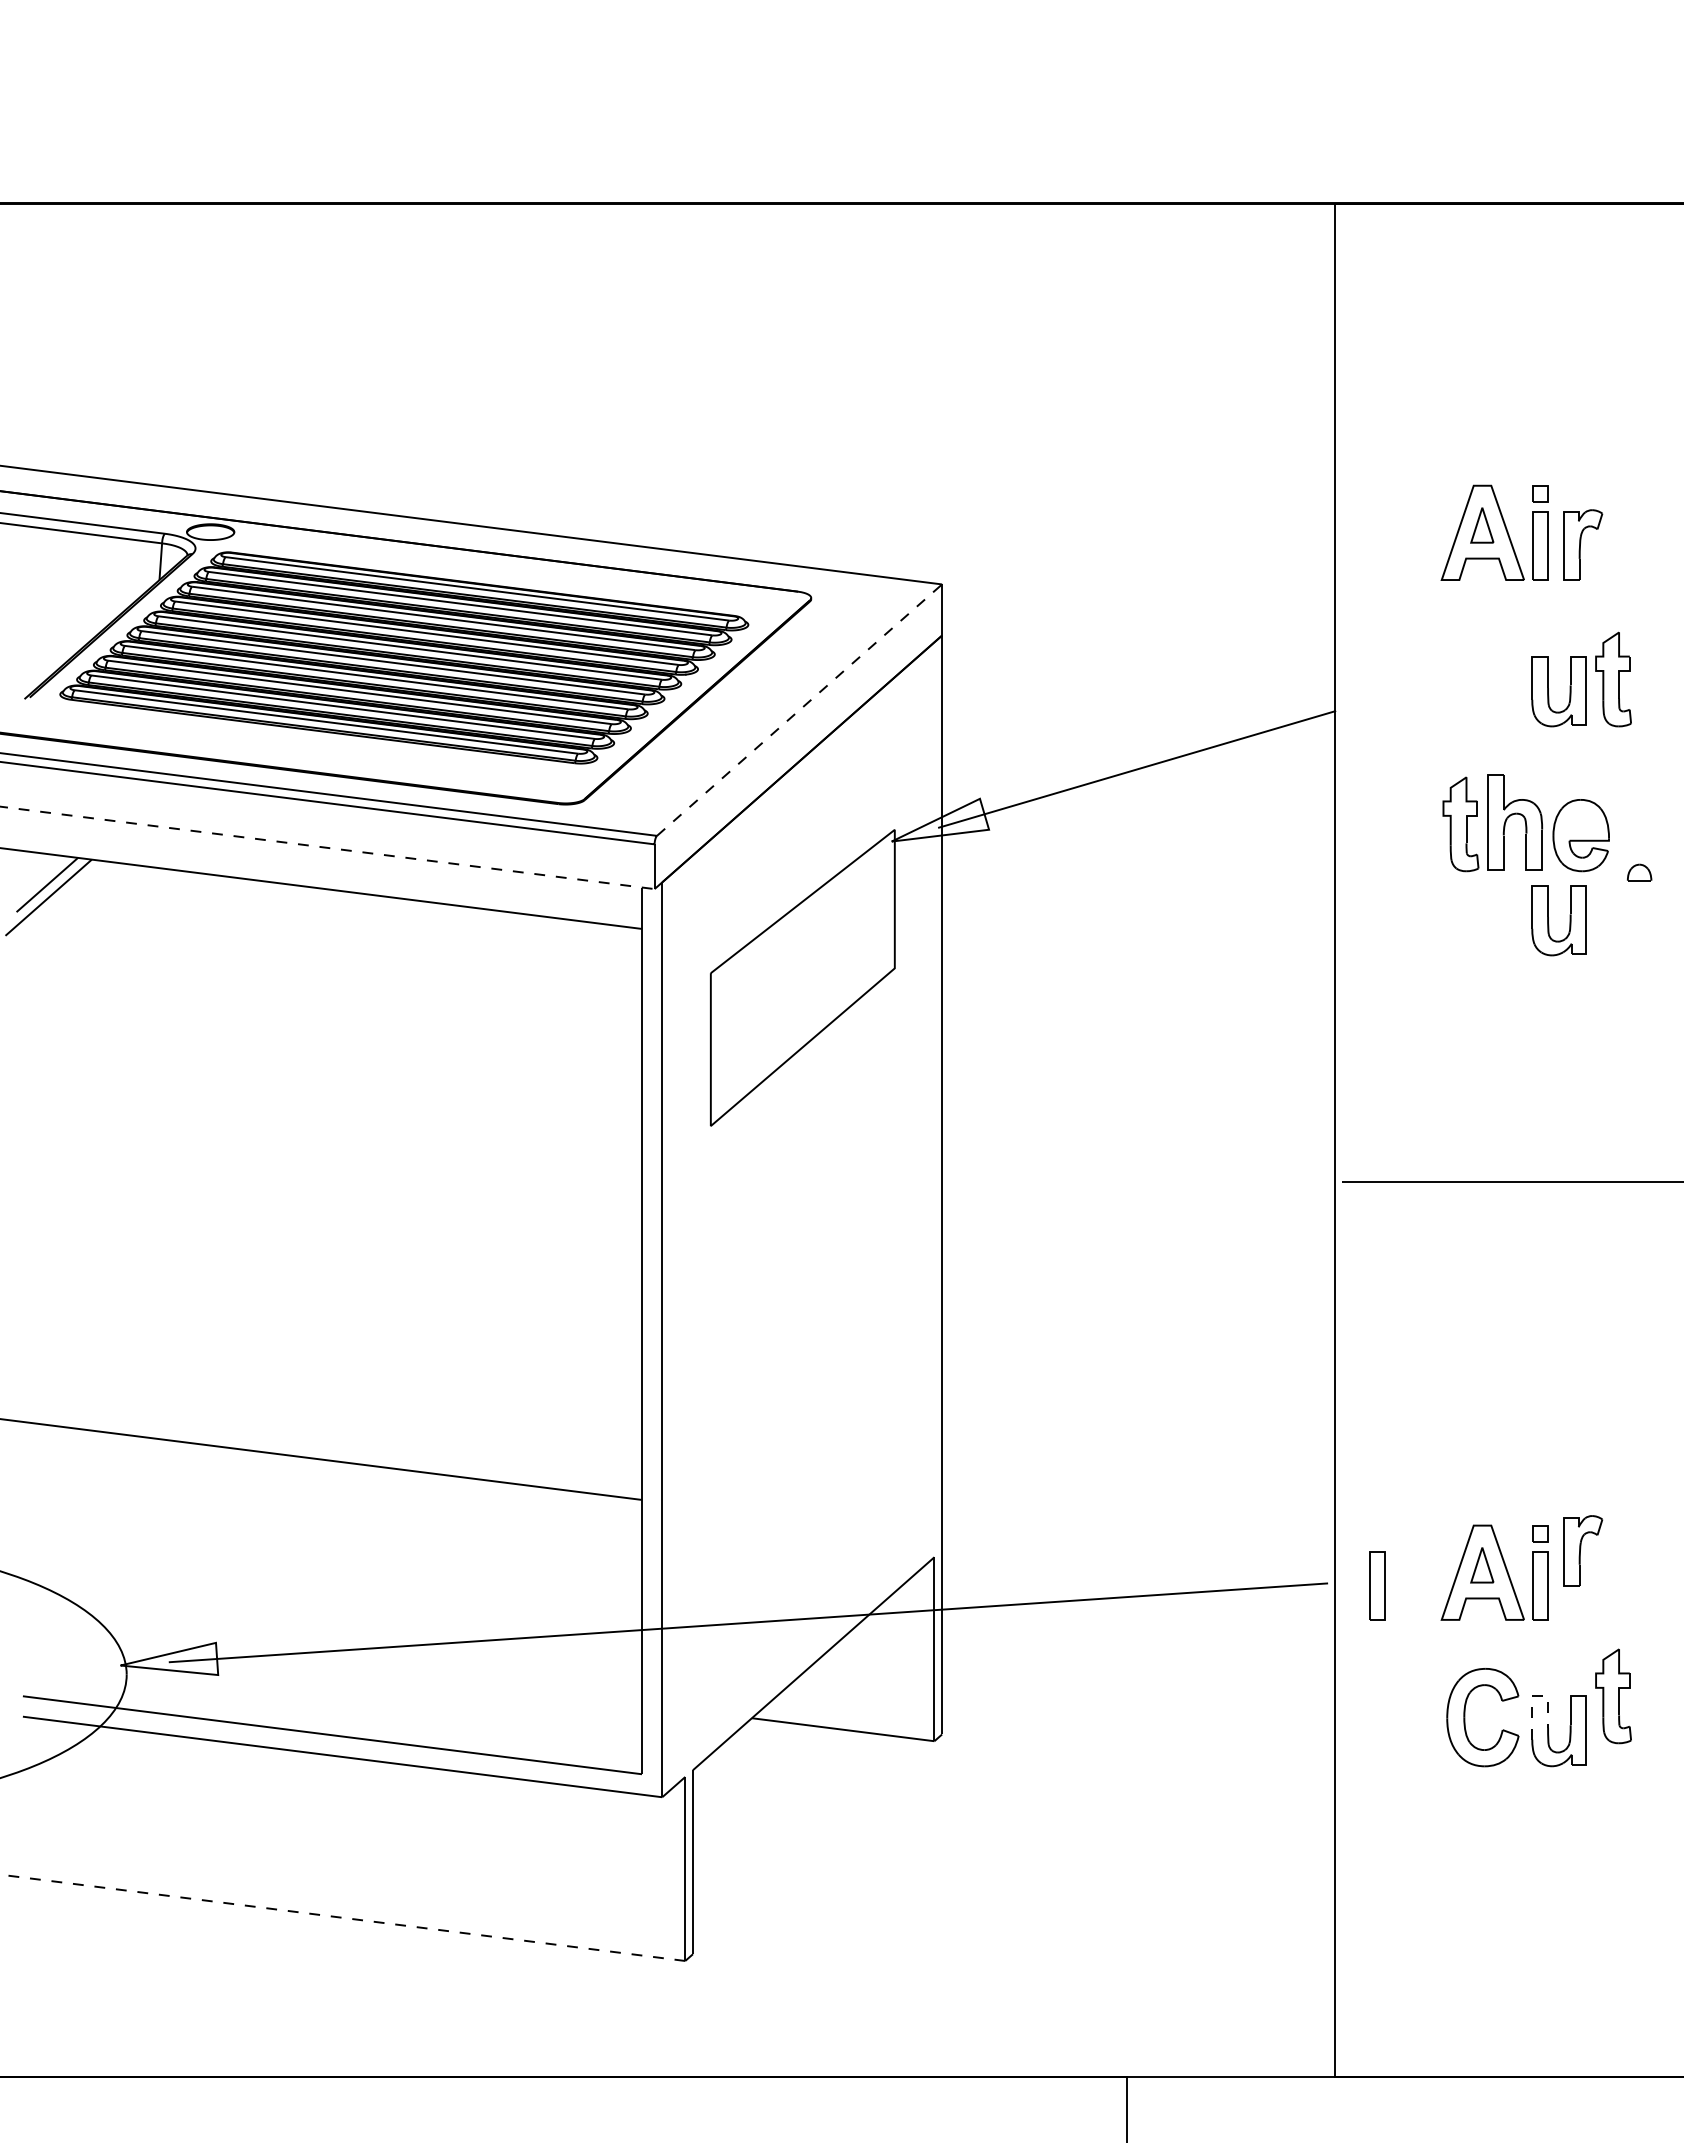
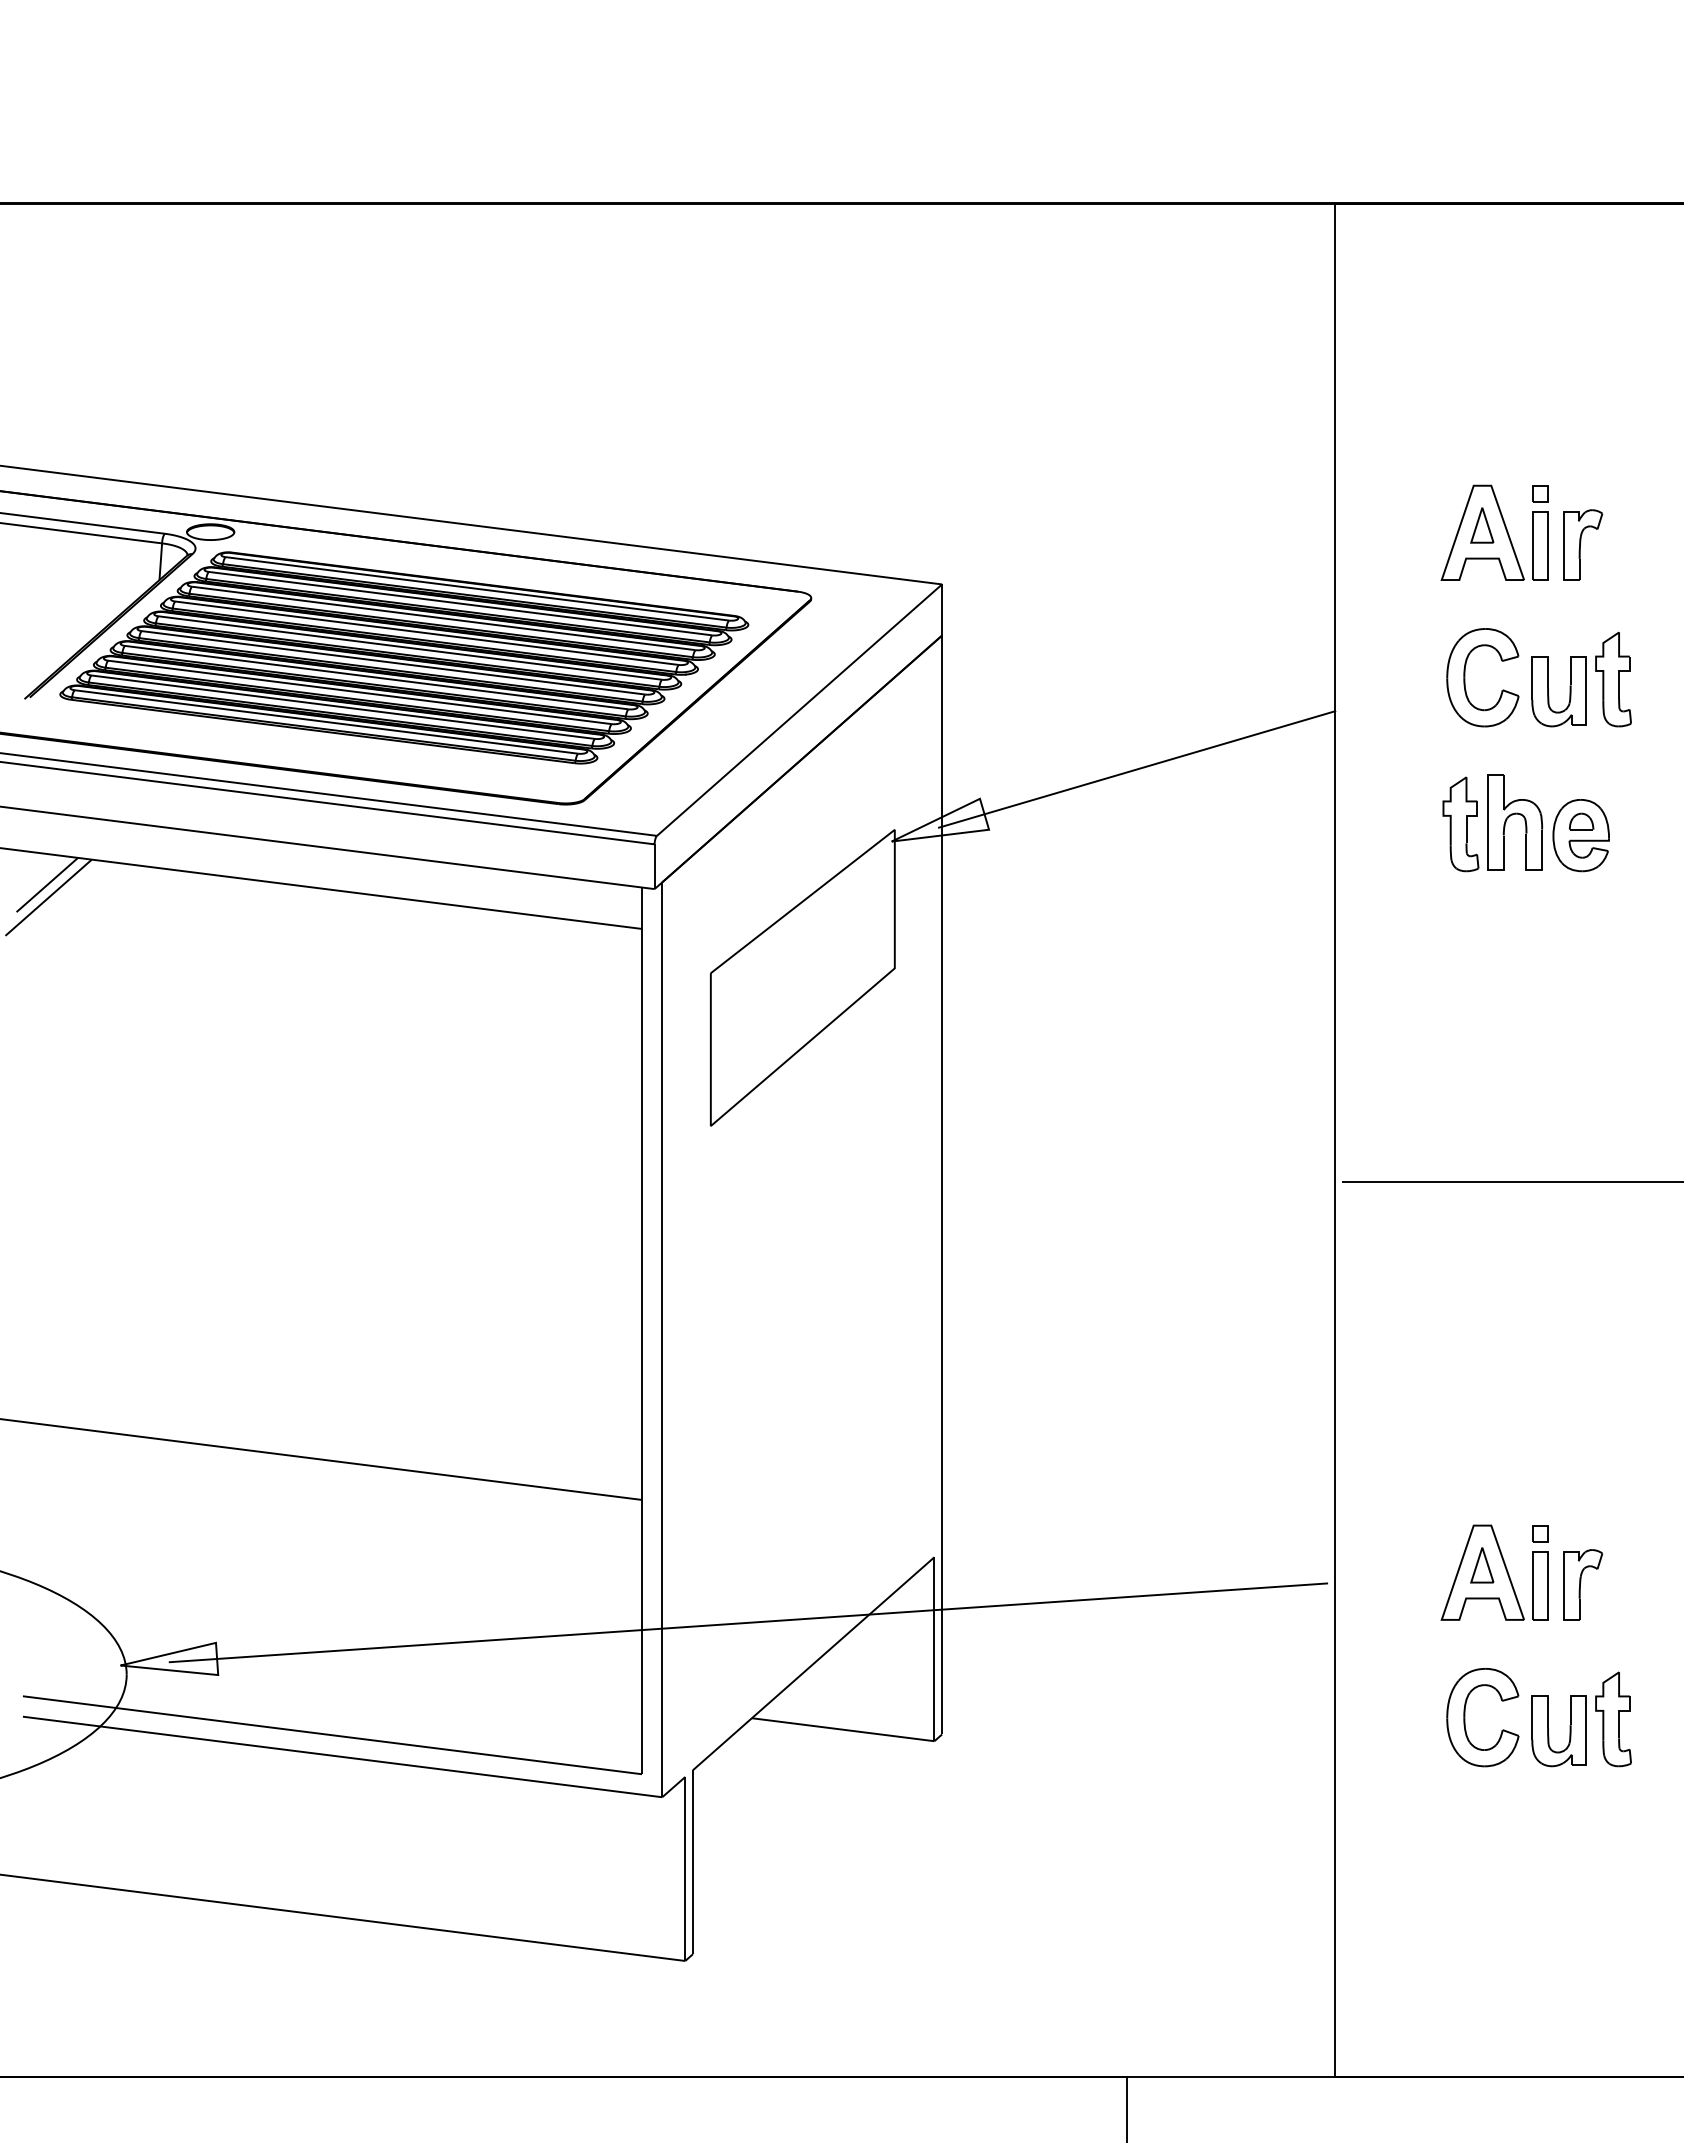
part at (1465, 677): none -> present
line at (799, 709): dashed -> solid
line at (328, 847): dashed -> solid
part at (1639, 872) position: (1639, 872) -> (1581, 821)
part at (1548, 920): present -> none
part at (1583, 1550) position: (1583, 1550) -> (1583, 1584)
part at (1377, 1585): present -> none
line at (1534, 1696): dashed -> solid
part at (1613, 1696) position: (1613, 1696) -> (1613, 1719)
line at (343, 1917): dashed -> solid
